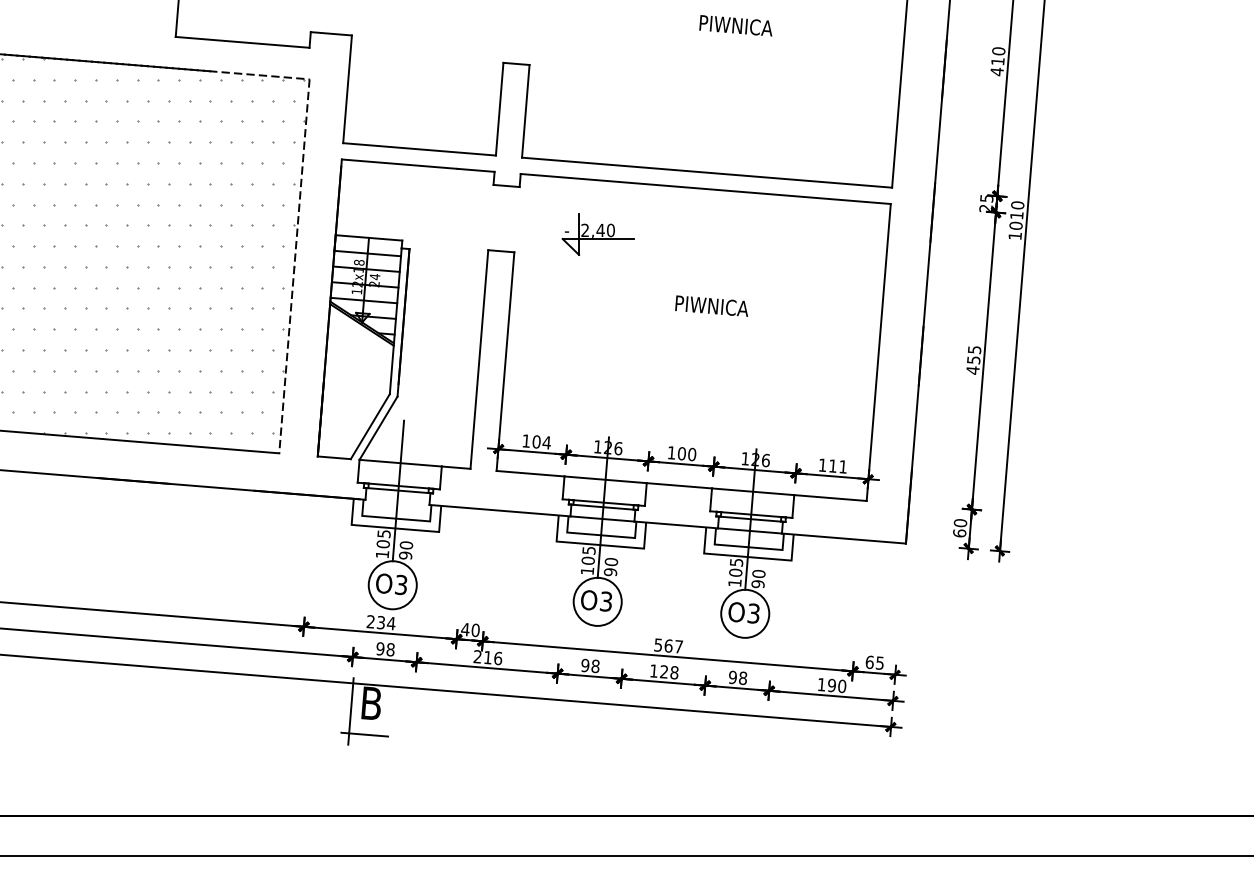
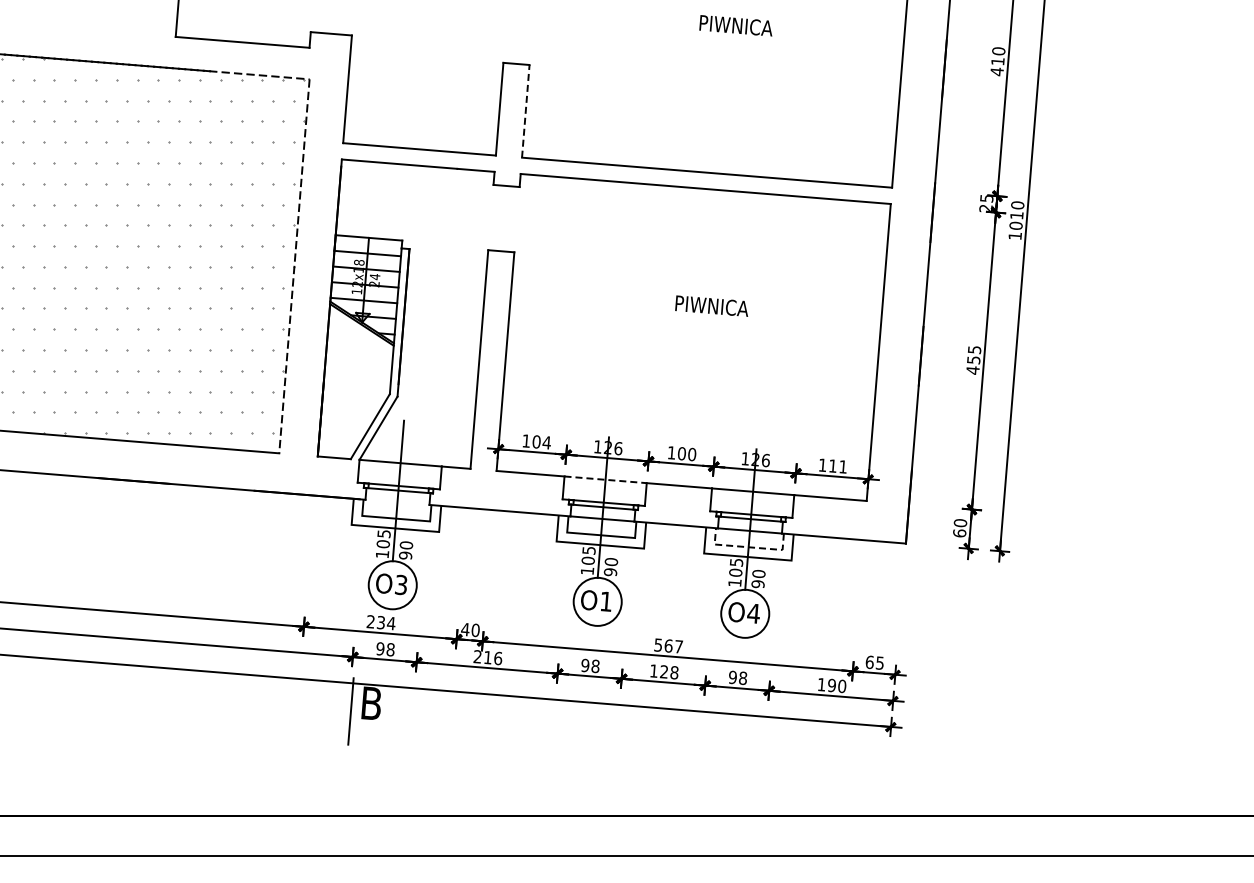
line at (525, 110): solid -> dashed
part at (597, 234): present -> none
line at (606, 479): solid -> dashed
line at (748, 547): solid -> dashed
text at (605, 601): O3 -> O1
text at (753, 613): O3 -> O4
line at (364, 734): present -> none
